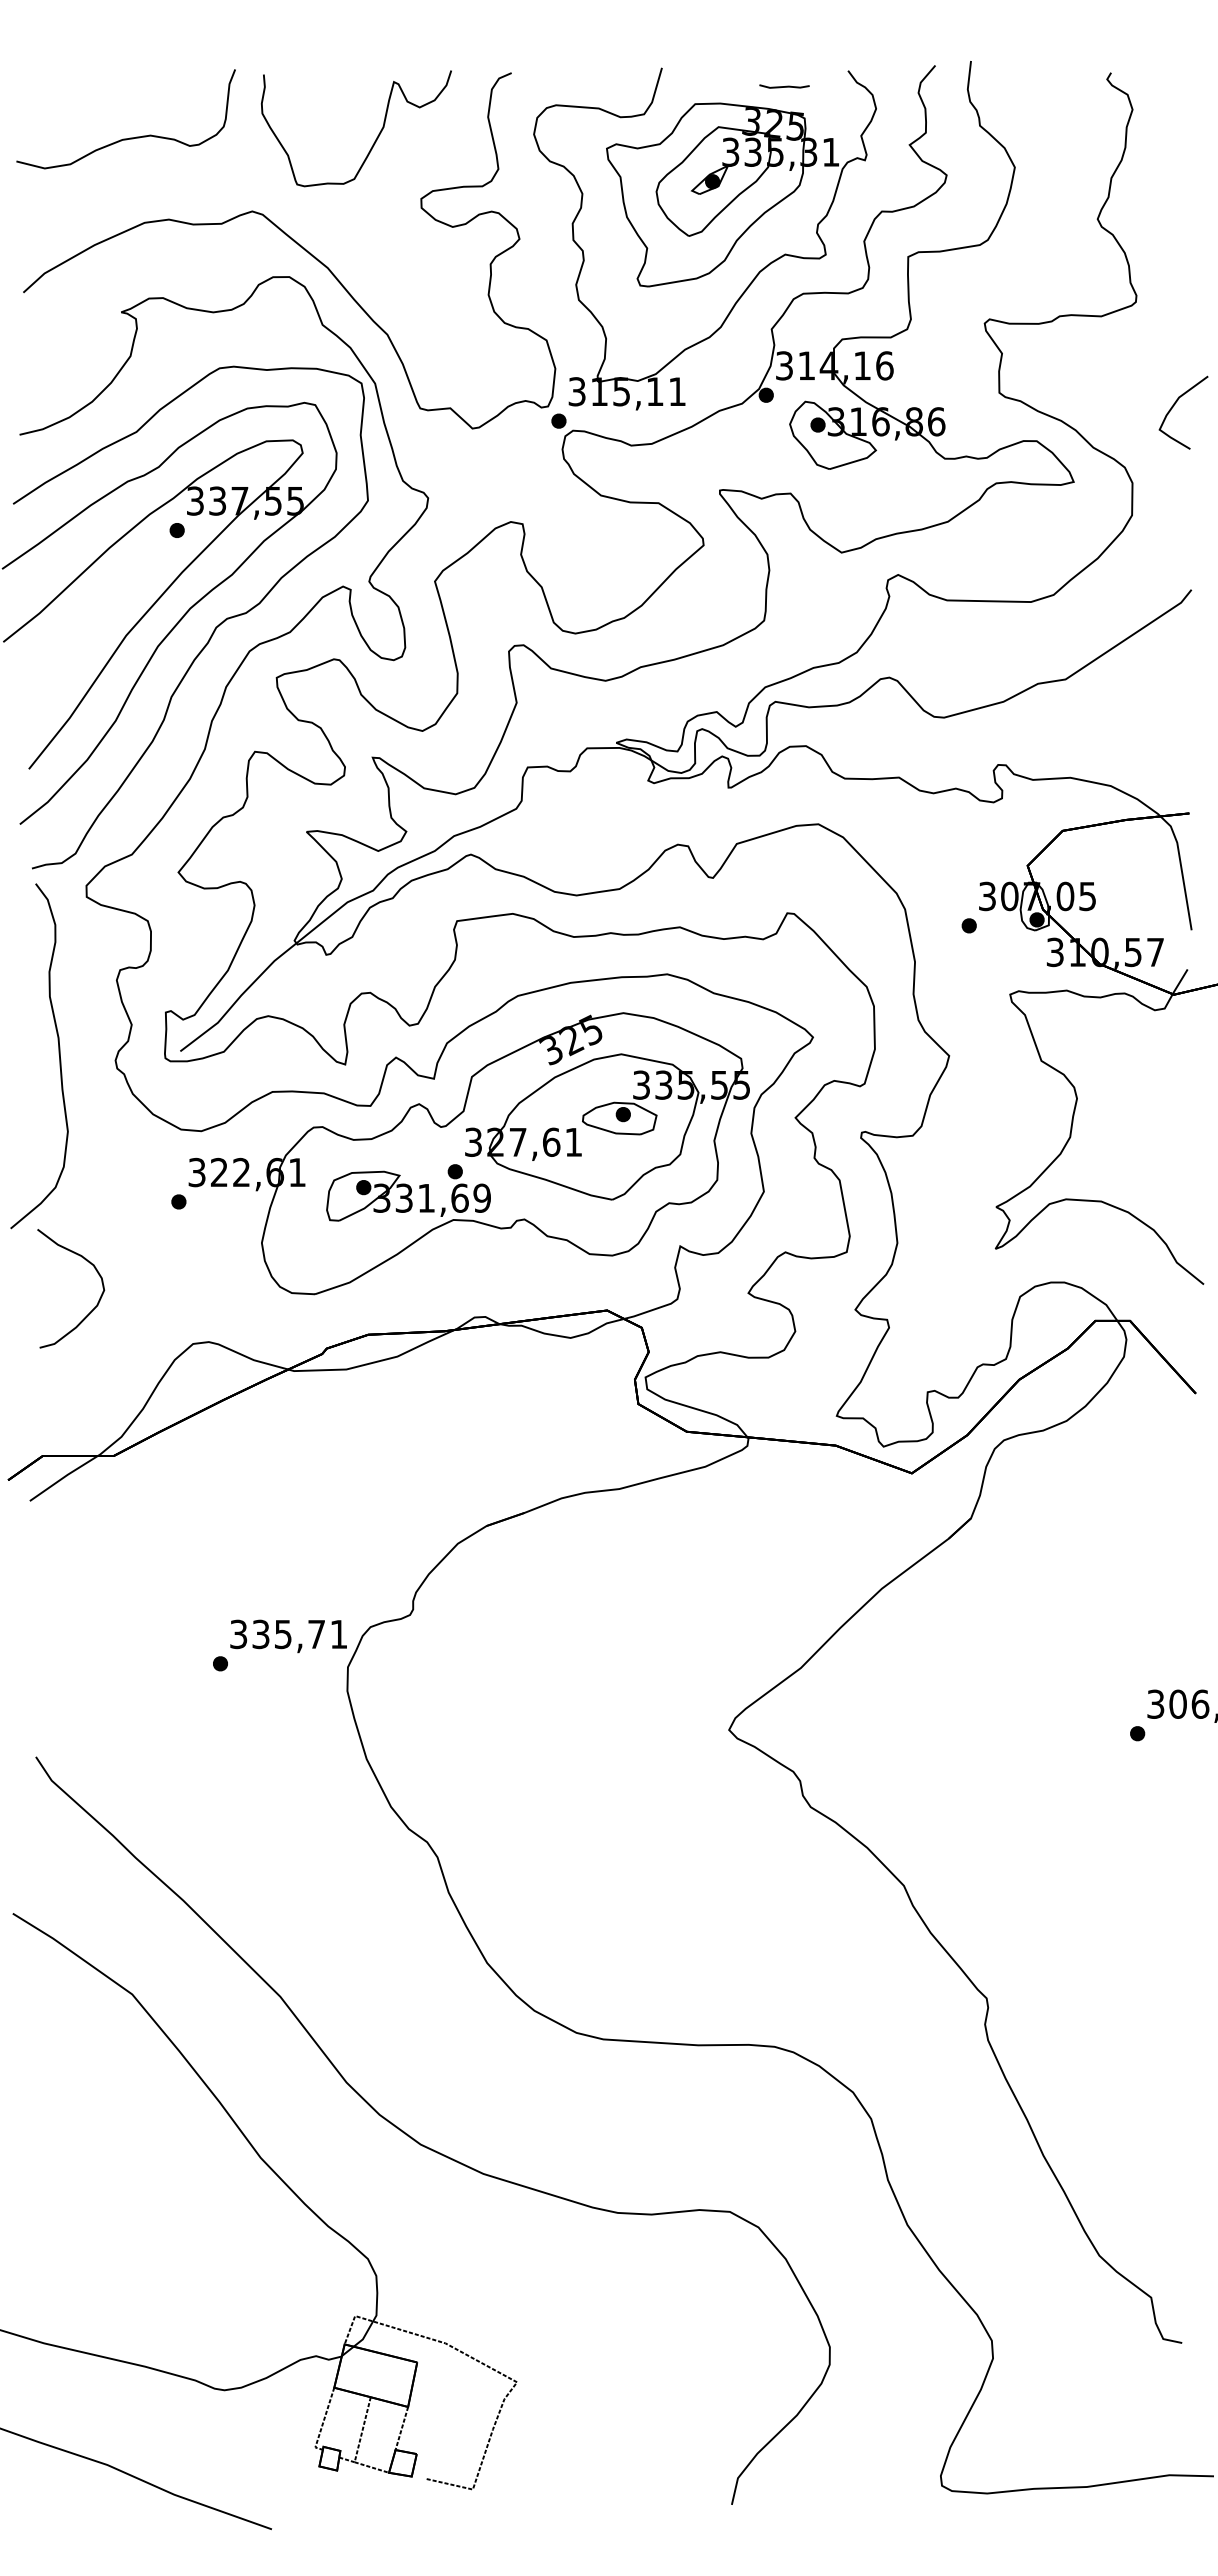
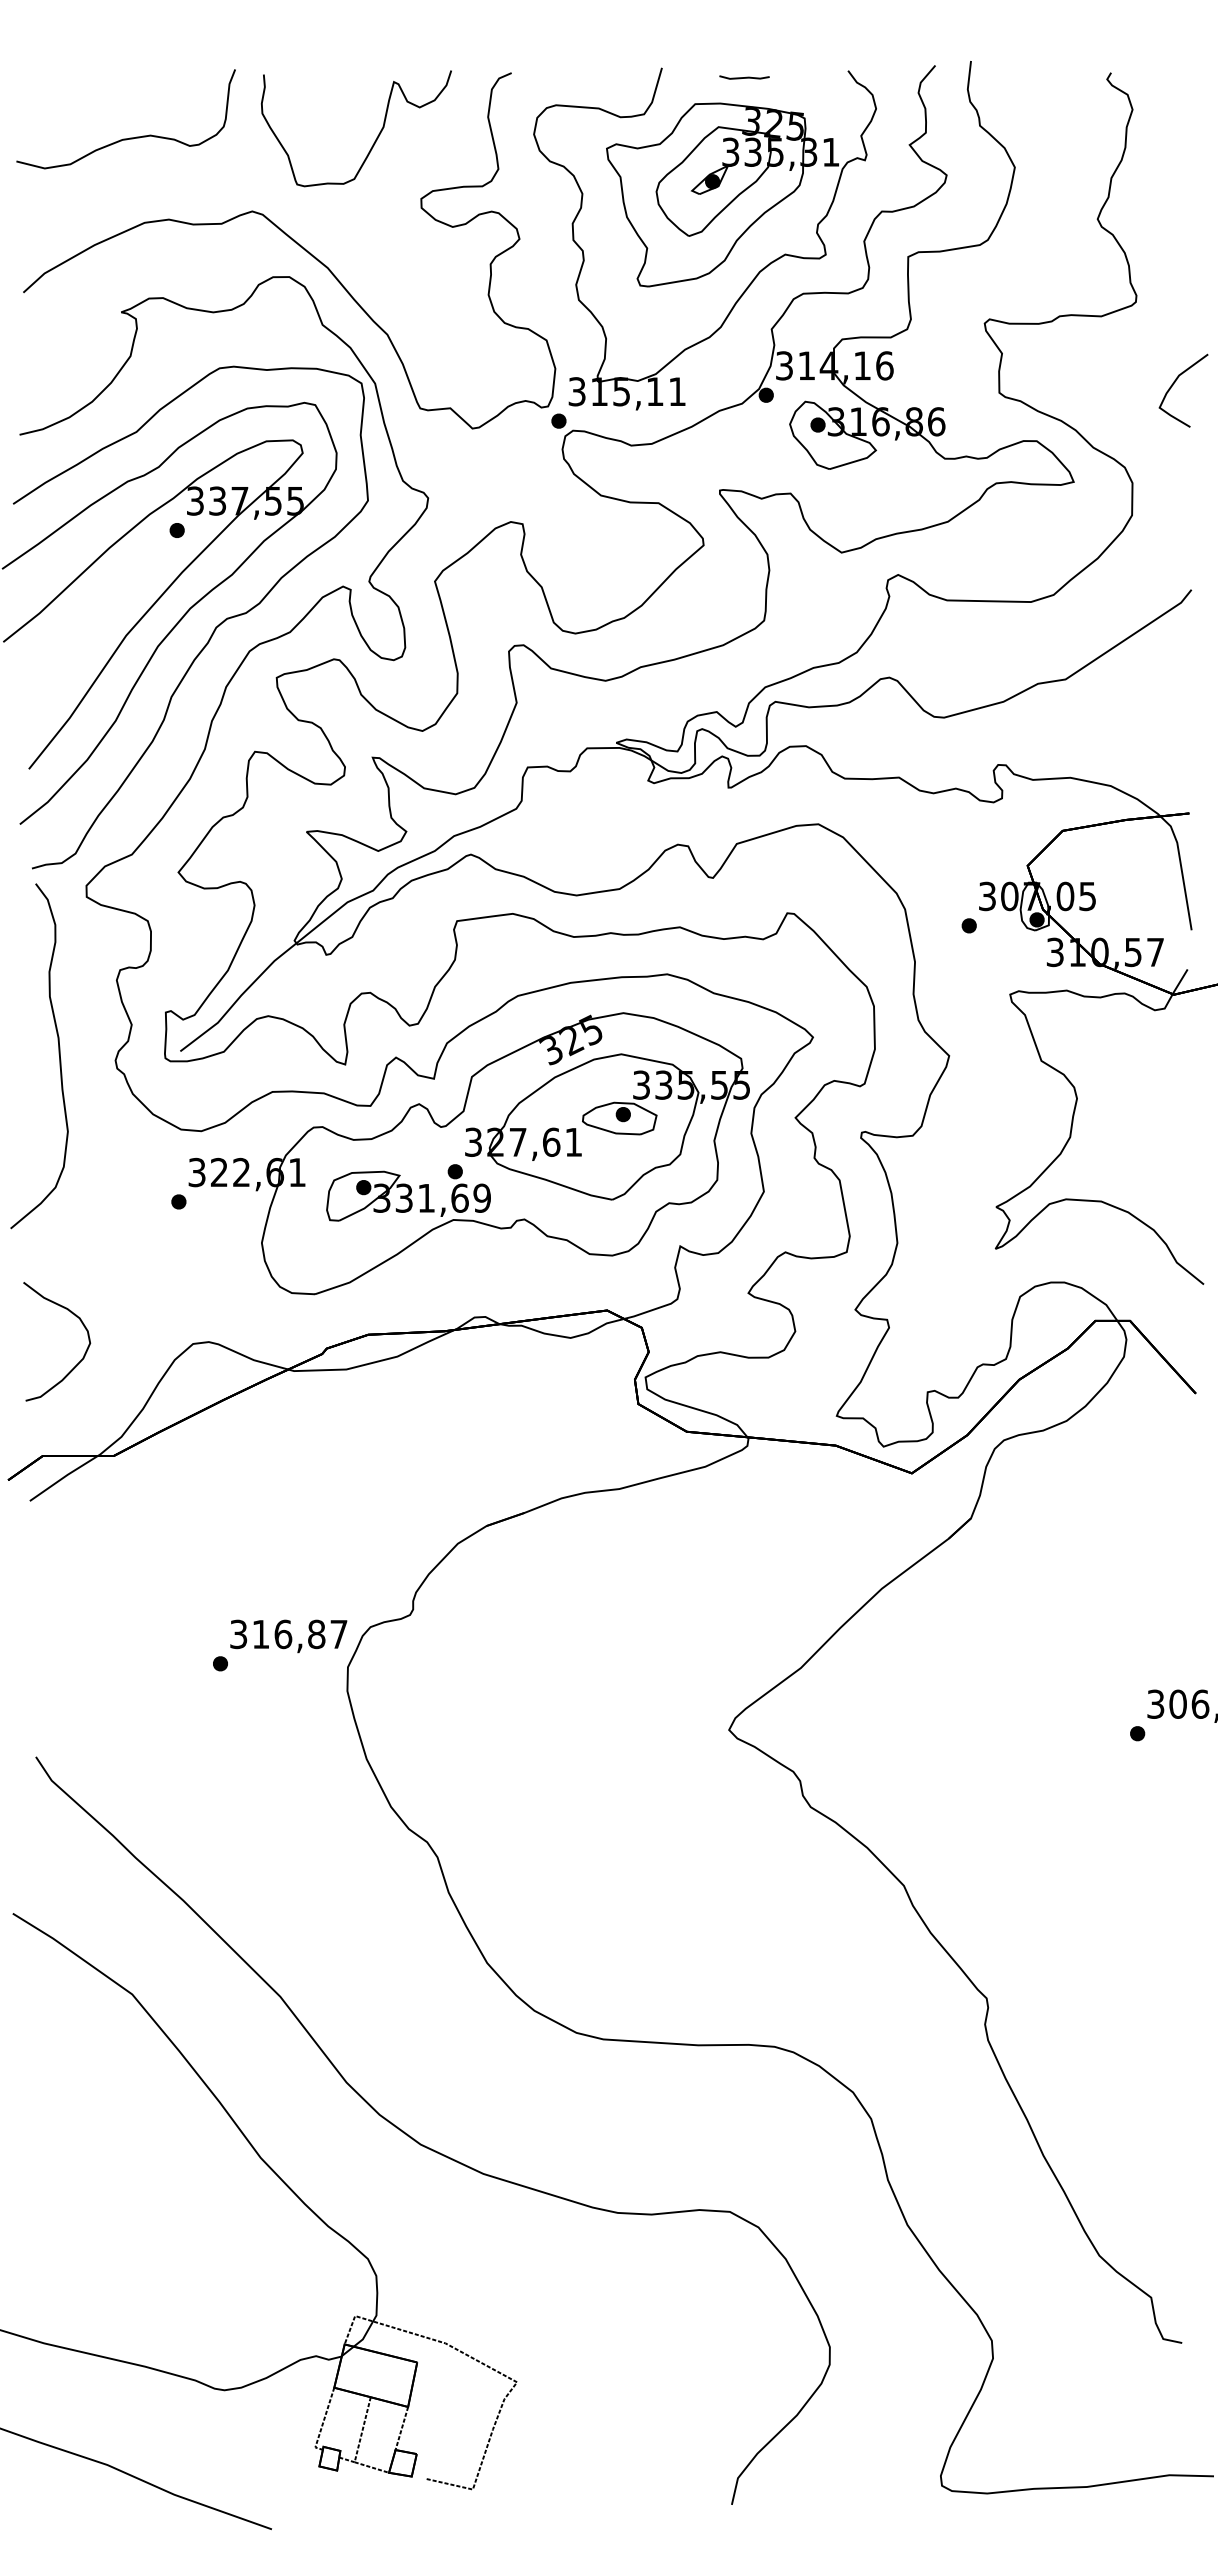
line at (784, 86) position: (784, 86) -> (744, 77)
curve at (1173, 407) position: (1173, 407) -> (1173, 385)
curve at (97, 1302) position: (97, 1302) -> (83, 1355)
text at (299, 1634): 335,71 -> 316,87
